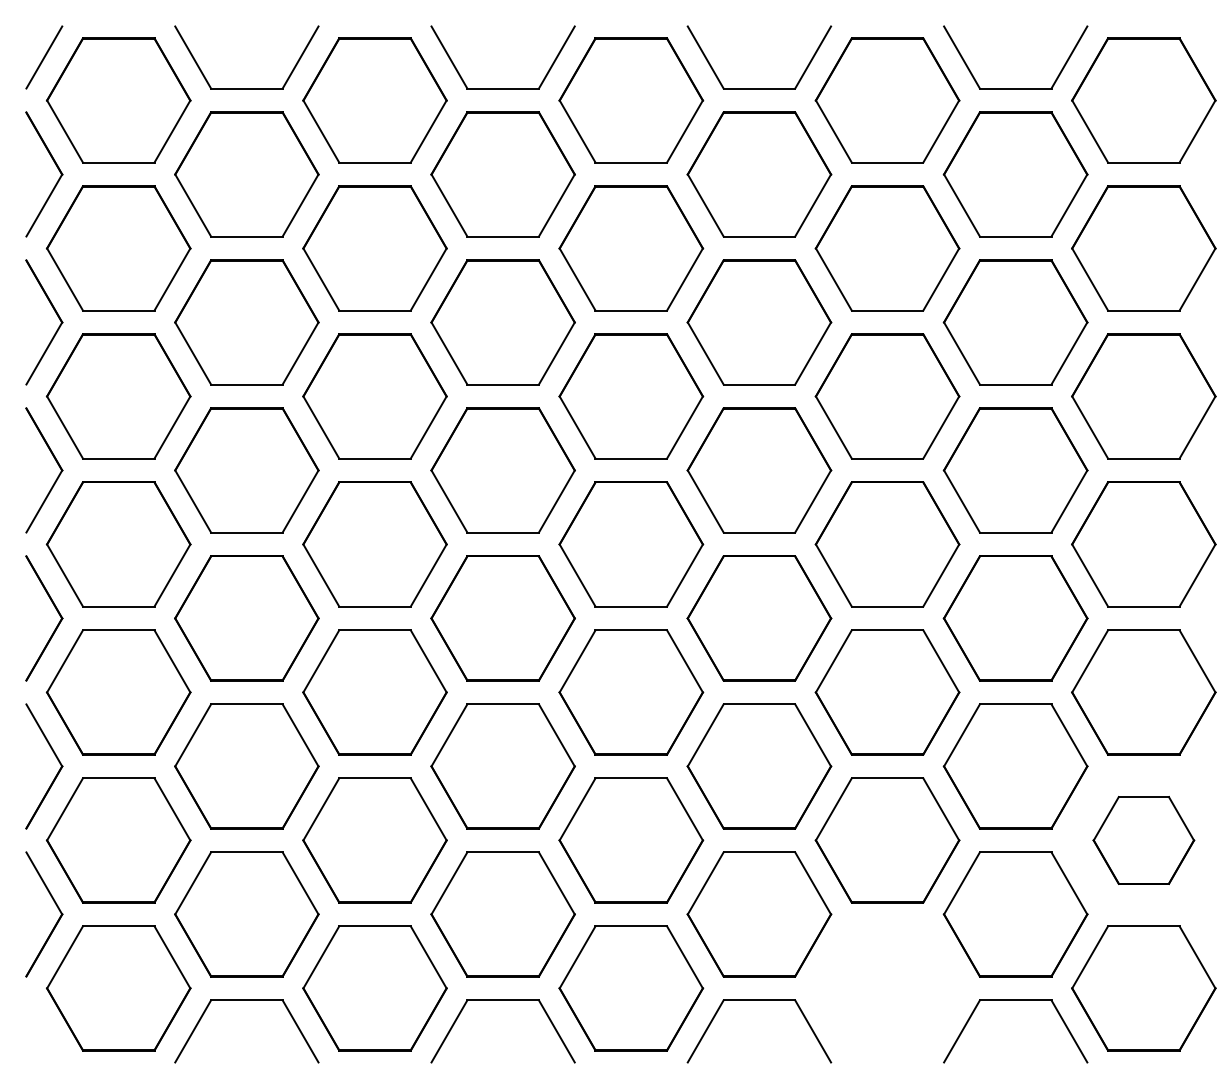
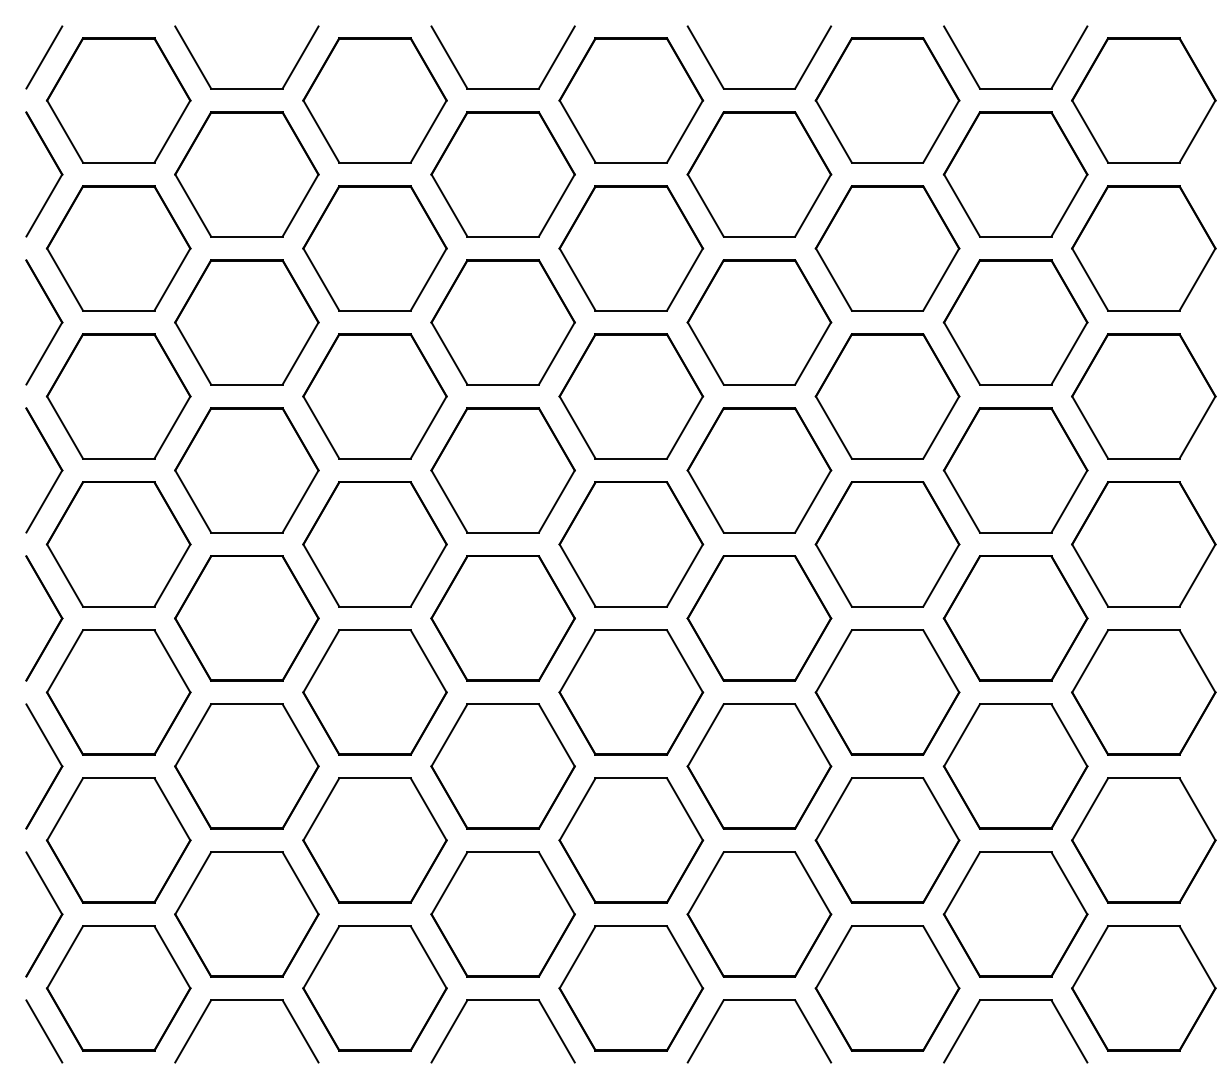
part at (1143, 840) size: 104x89 px -> 146x127 px
part at (887, 988): none -> present
line at (44, 1031): none -> present
